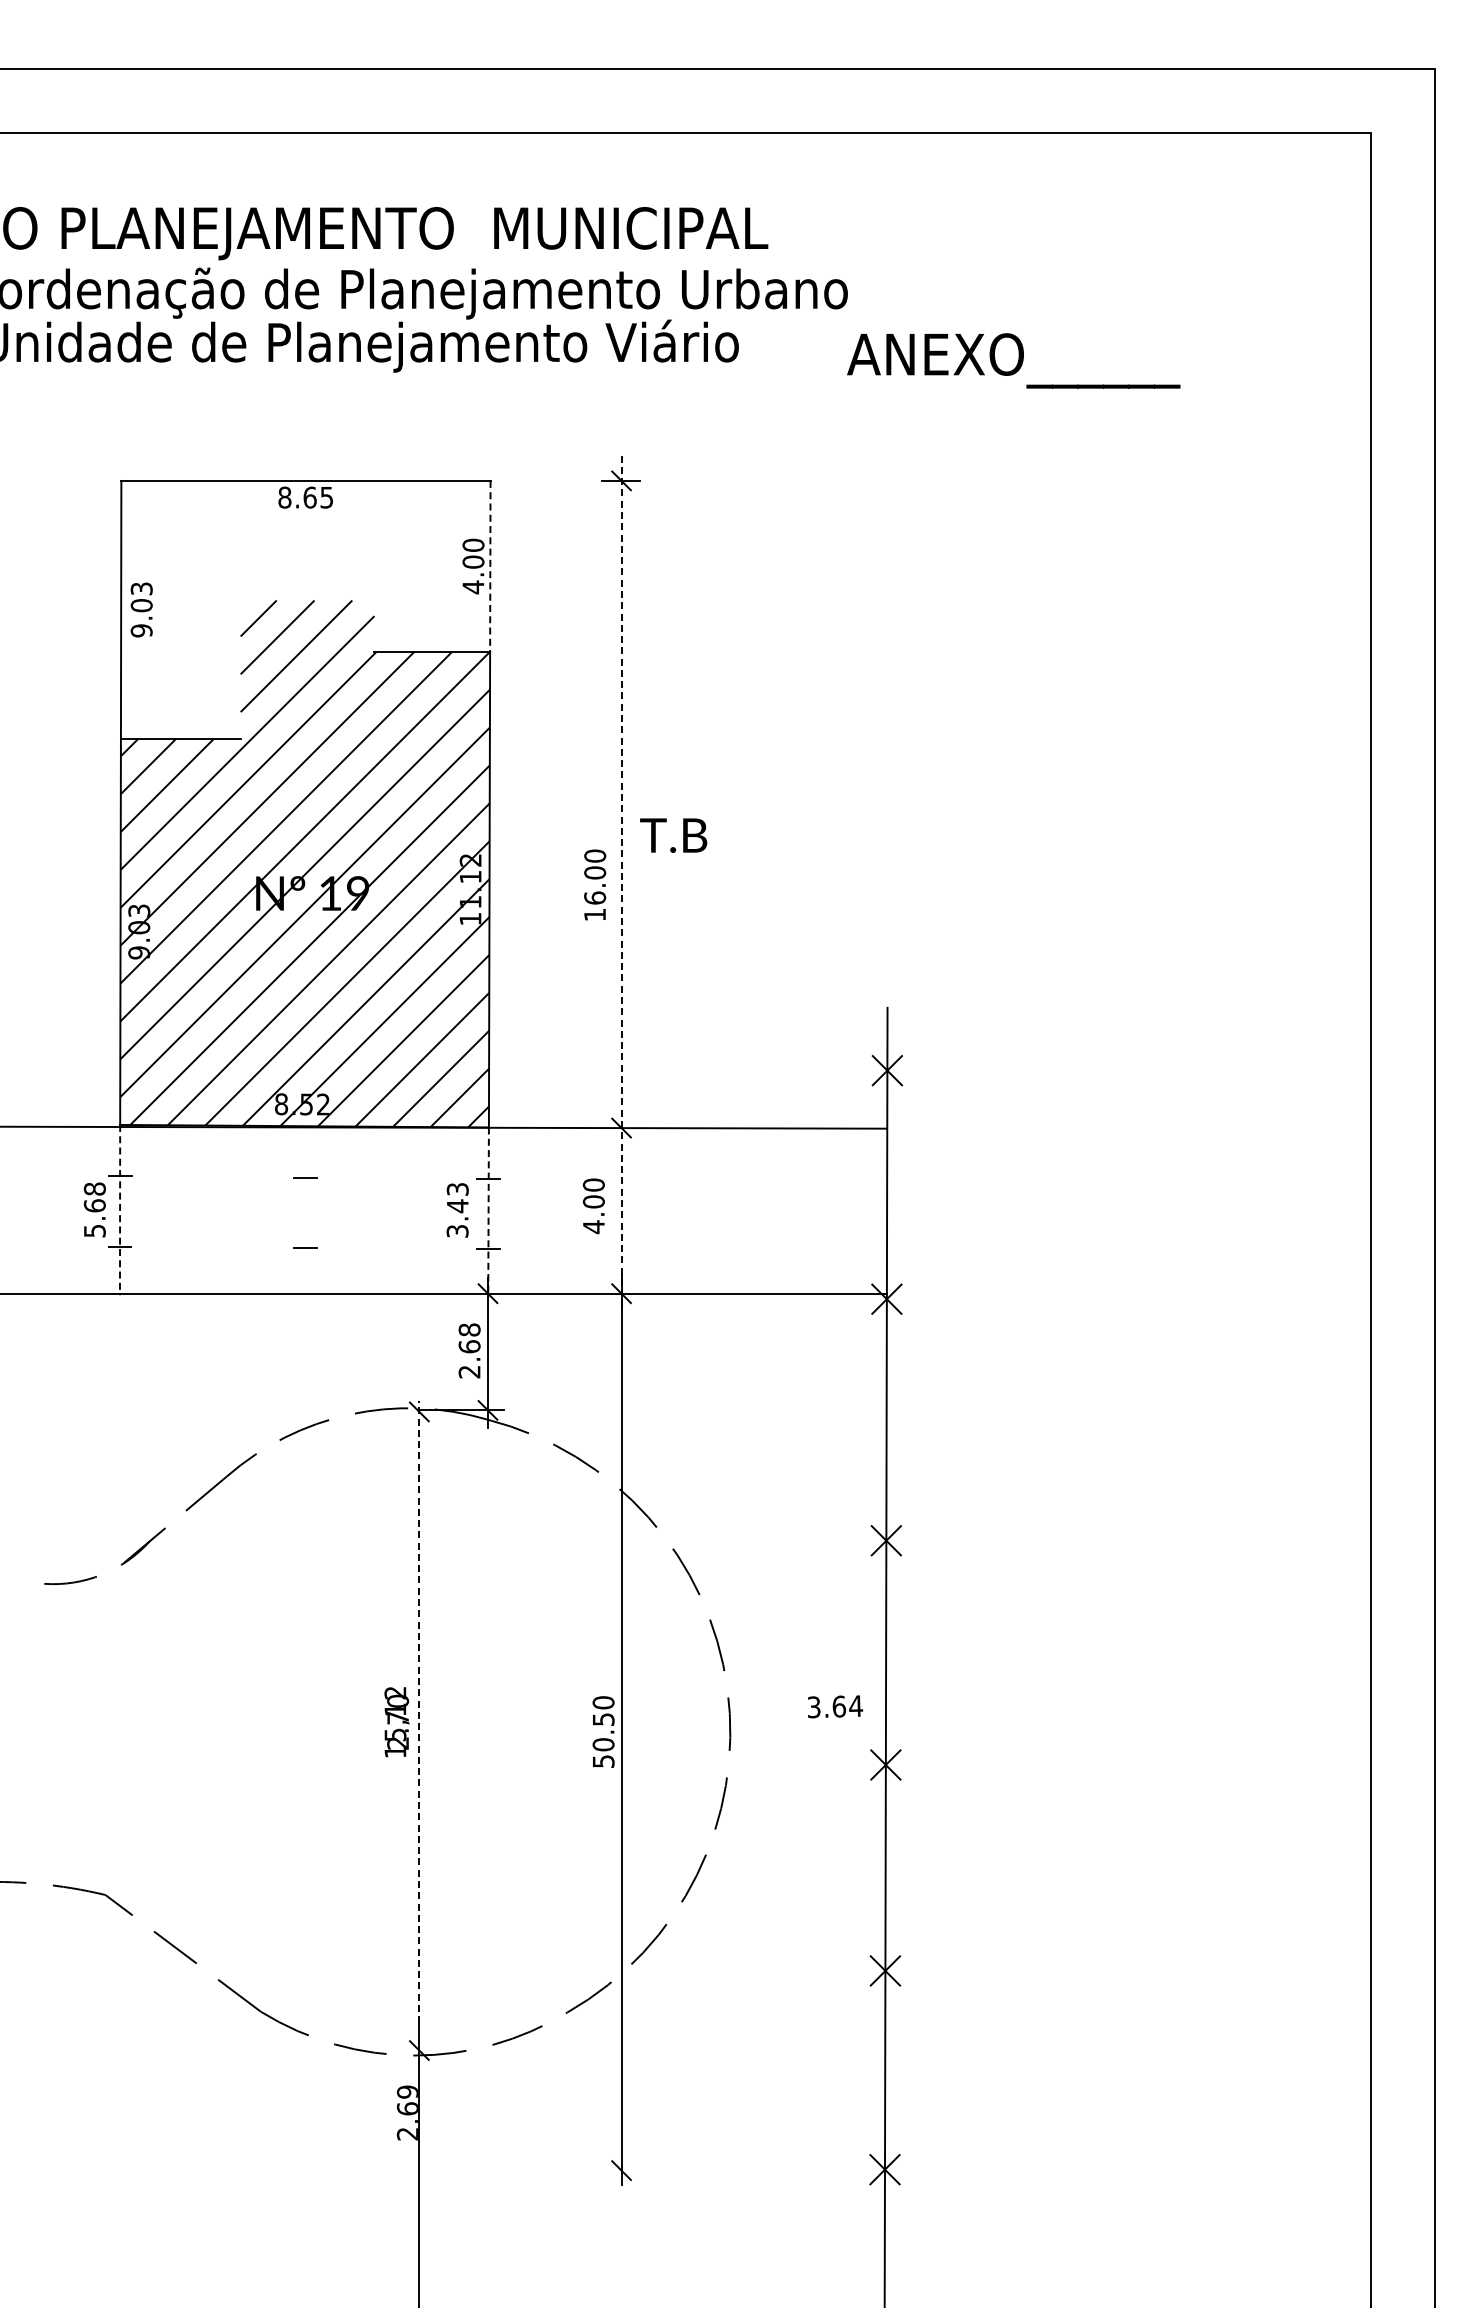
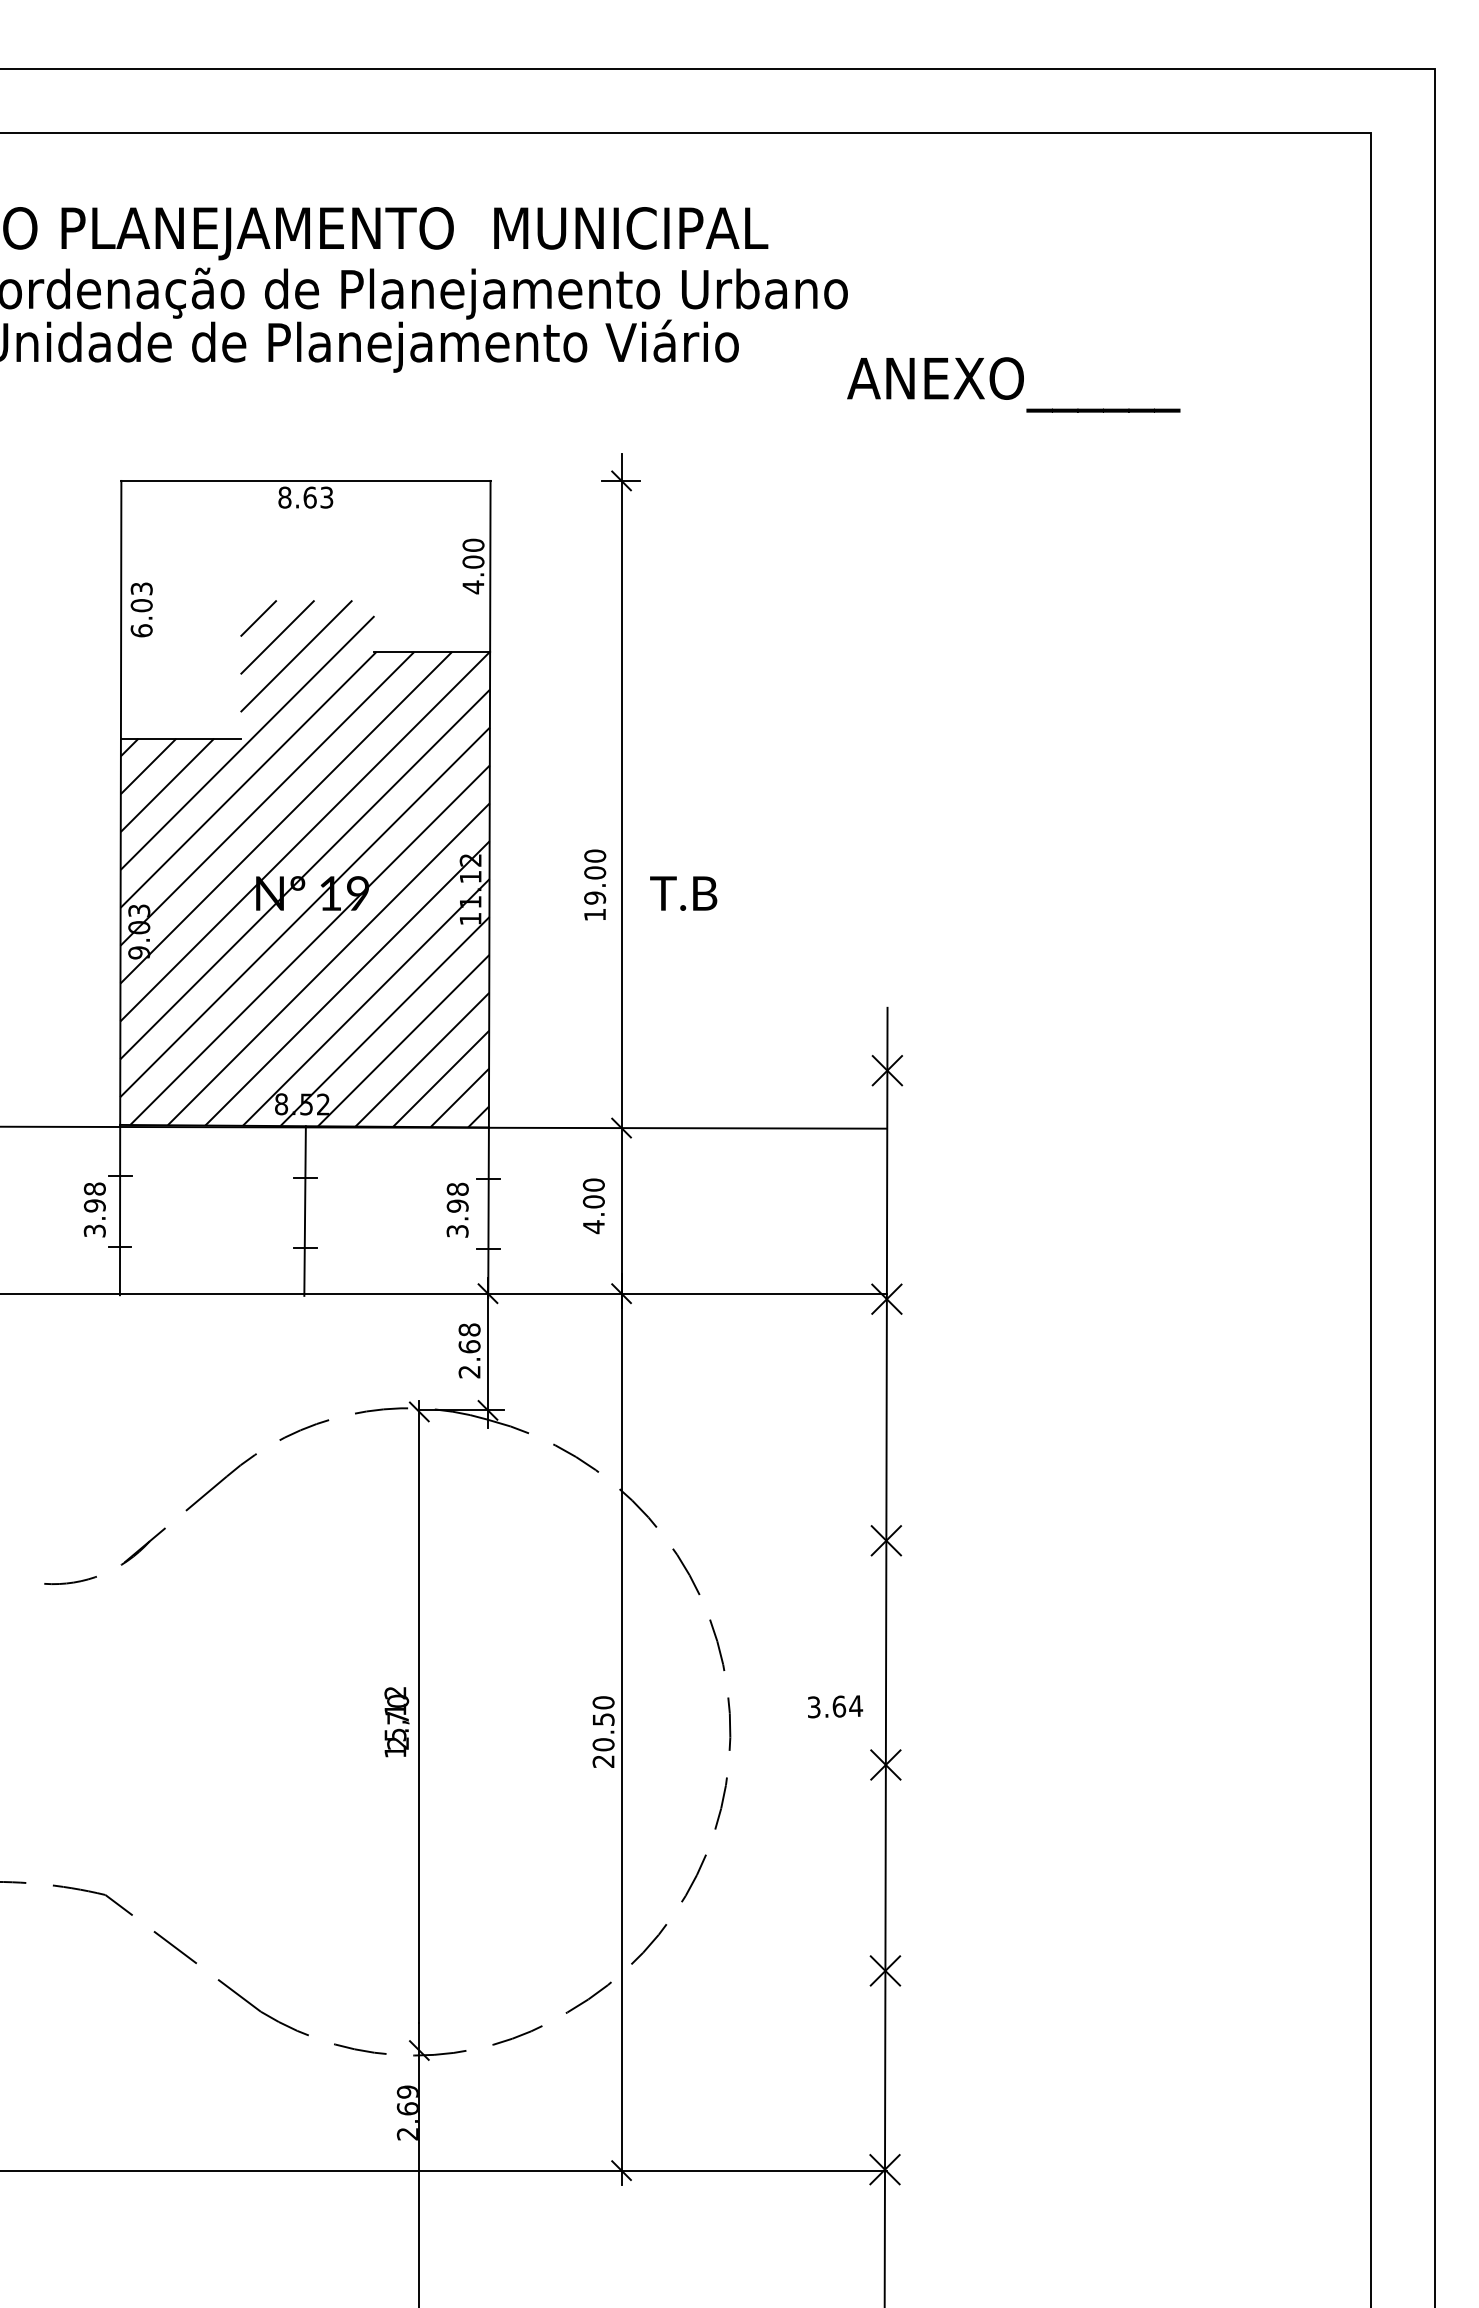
text at (1013, 360) position: (1013, 360) -> (1013, 384)
text at (327, 496): 8.65 -> 8.63
line at (490, 566): dashed -> solid
text at (141, 630): 9.03 -> 6.03
text at (673, 835) position: (673, 835) -> (683, 893)
line at (621, 880): dashed -> solid
text at (595, 897): 16.00 -> 19.00
text at (457, 1197): 3.43 -> 3.98
line at (120, 1210): dashed -> solid
line at (304, 1210): none -> present
line at (488, 1213): dashed -> solid
text at (94, 1217): 5.68 -> 3.98
line at (419, 1711): dashed -> solid
text at (603, 1761): 50.50 -> 20.50
line at (444, 2170): none -> present
